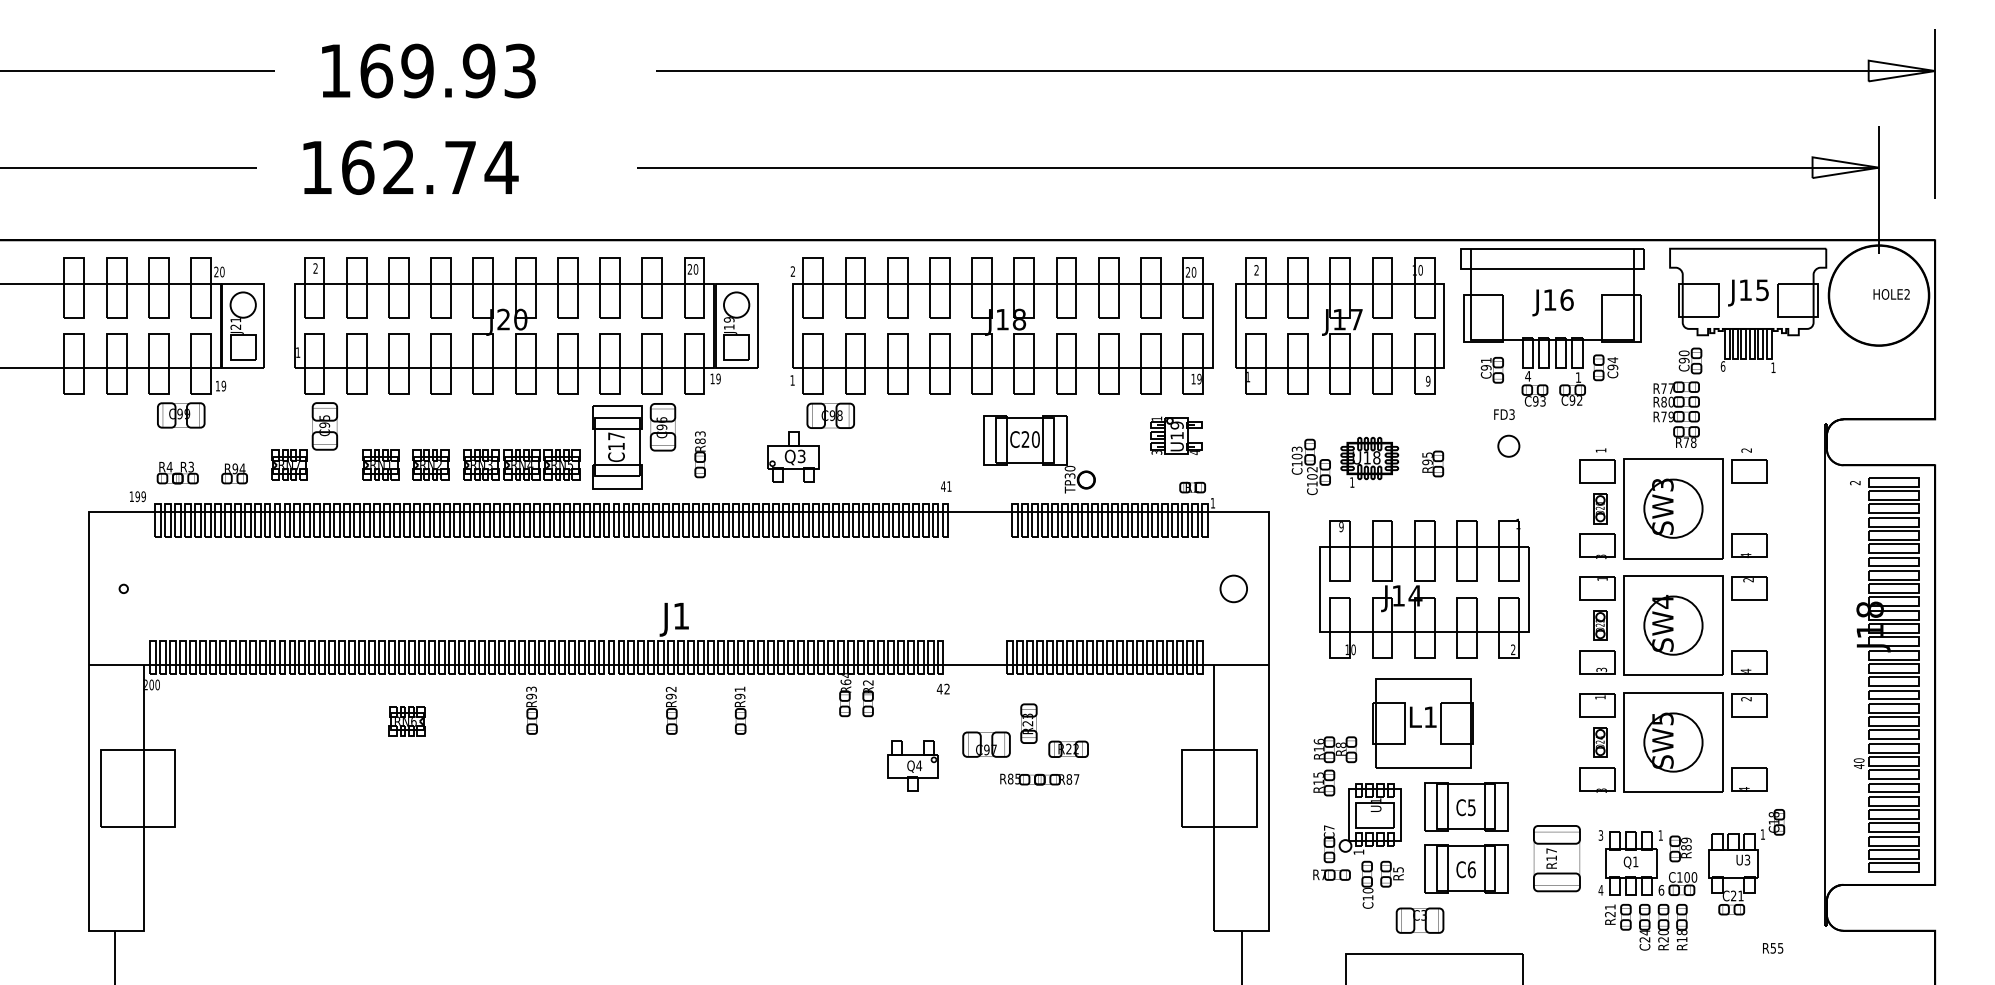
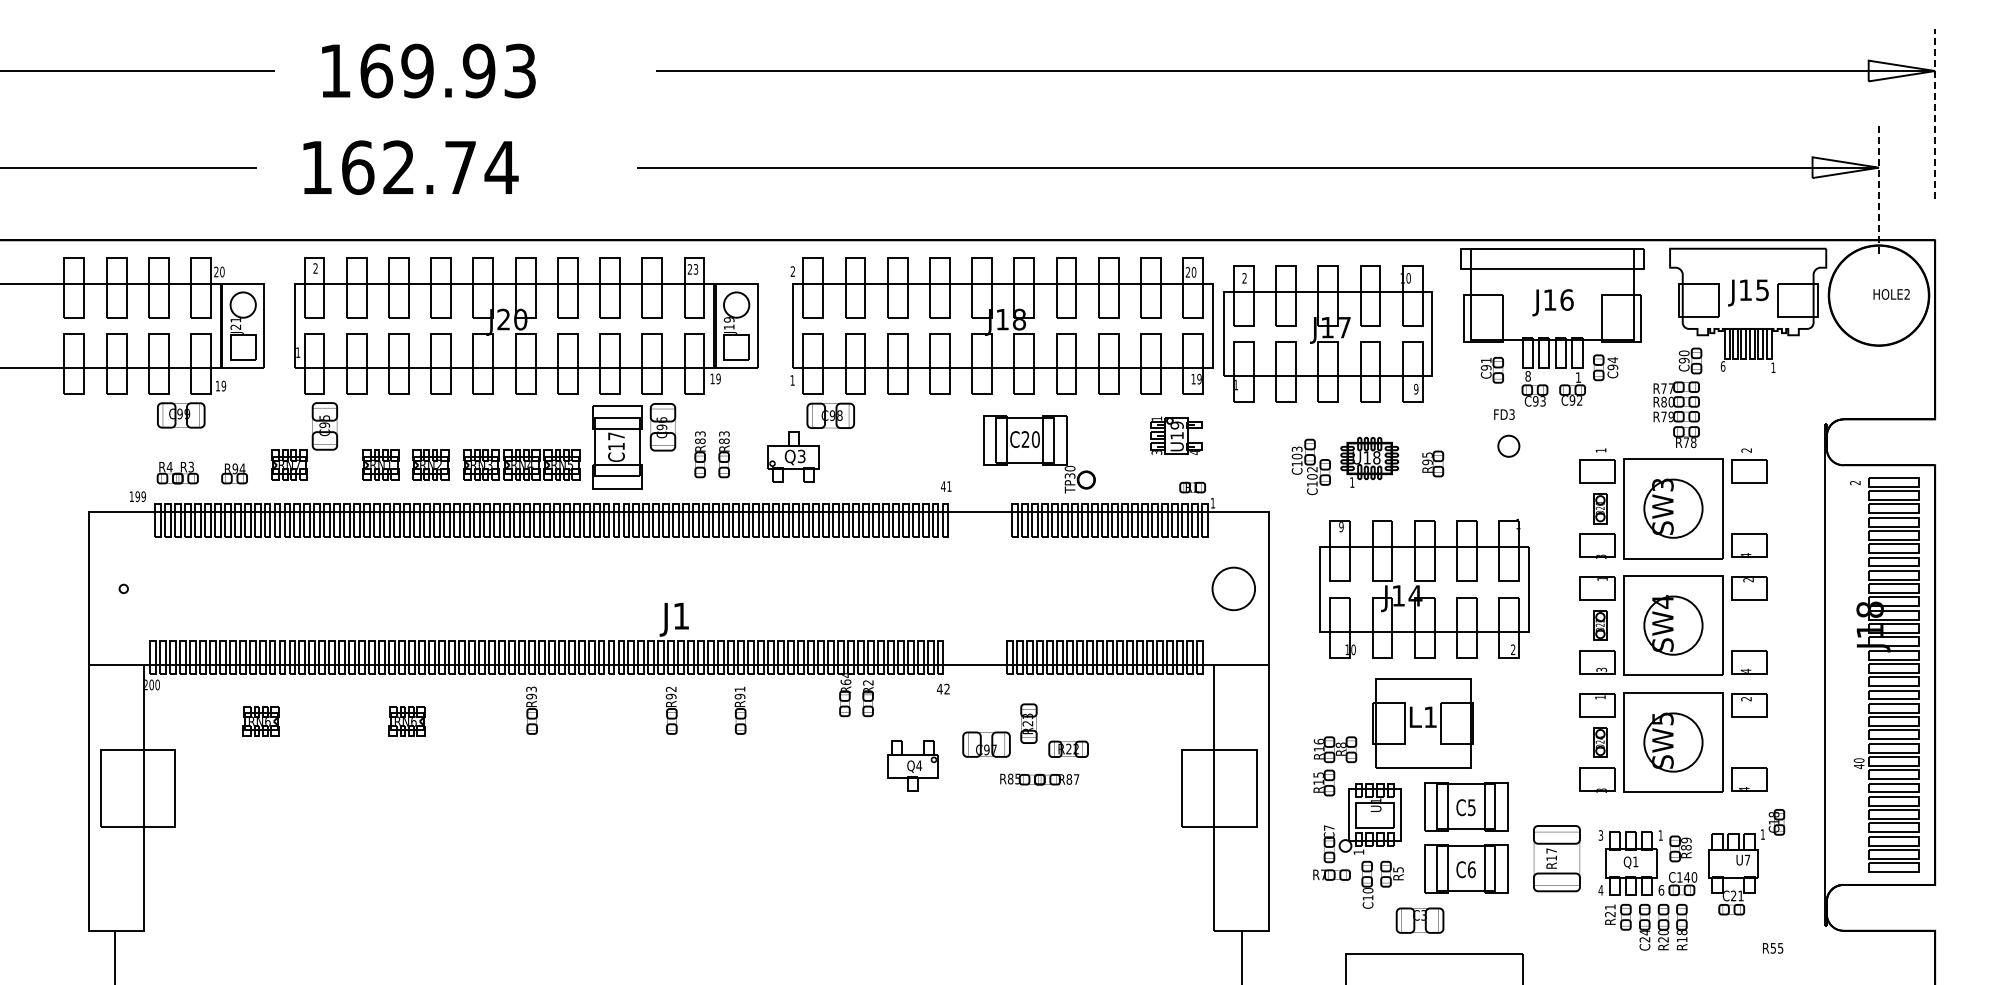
line at (1935, 114): solid -> dashed
line at (1879, 190): solid -> dashed
text at (695, 269): 20 -> 23
part at (1339, 325) position: (1339, 325) -> (1327, 333)
text at (1528, 376): 4 -> 8
part at (723, 454): none -> present
circle at (1233, 588) diameter: 27 px -> 43 px
part at (260, 721): none -> present
text at (1747, 859): U3 -> U7
text at (1687, 877): C100 -> C140
